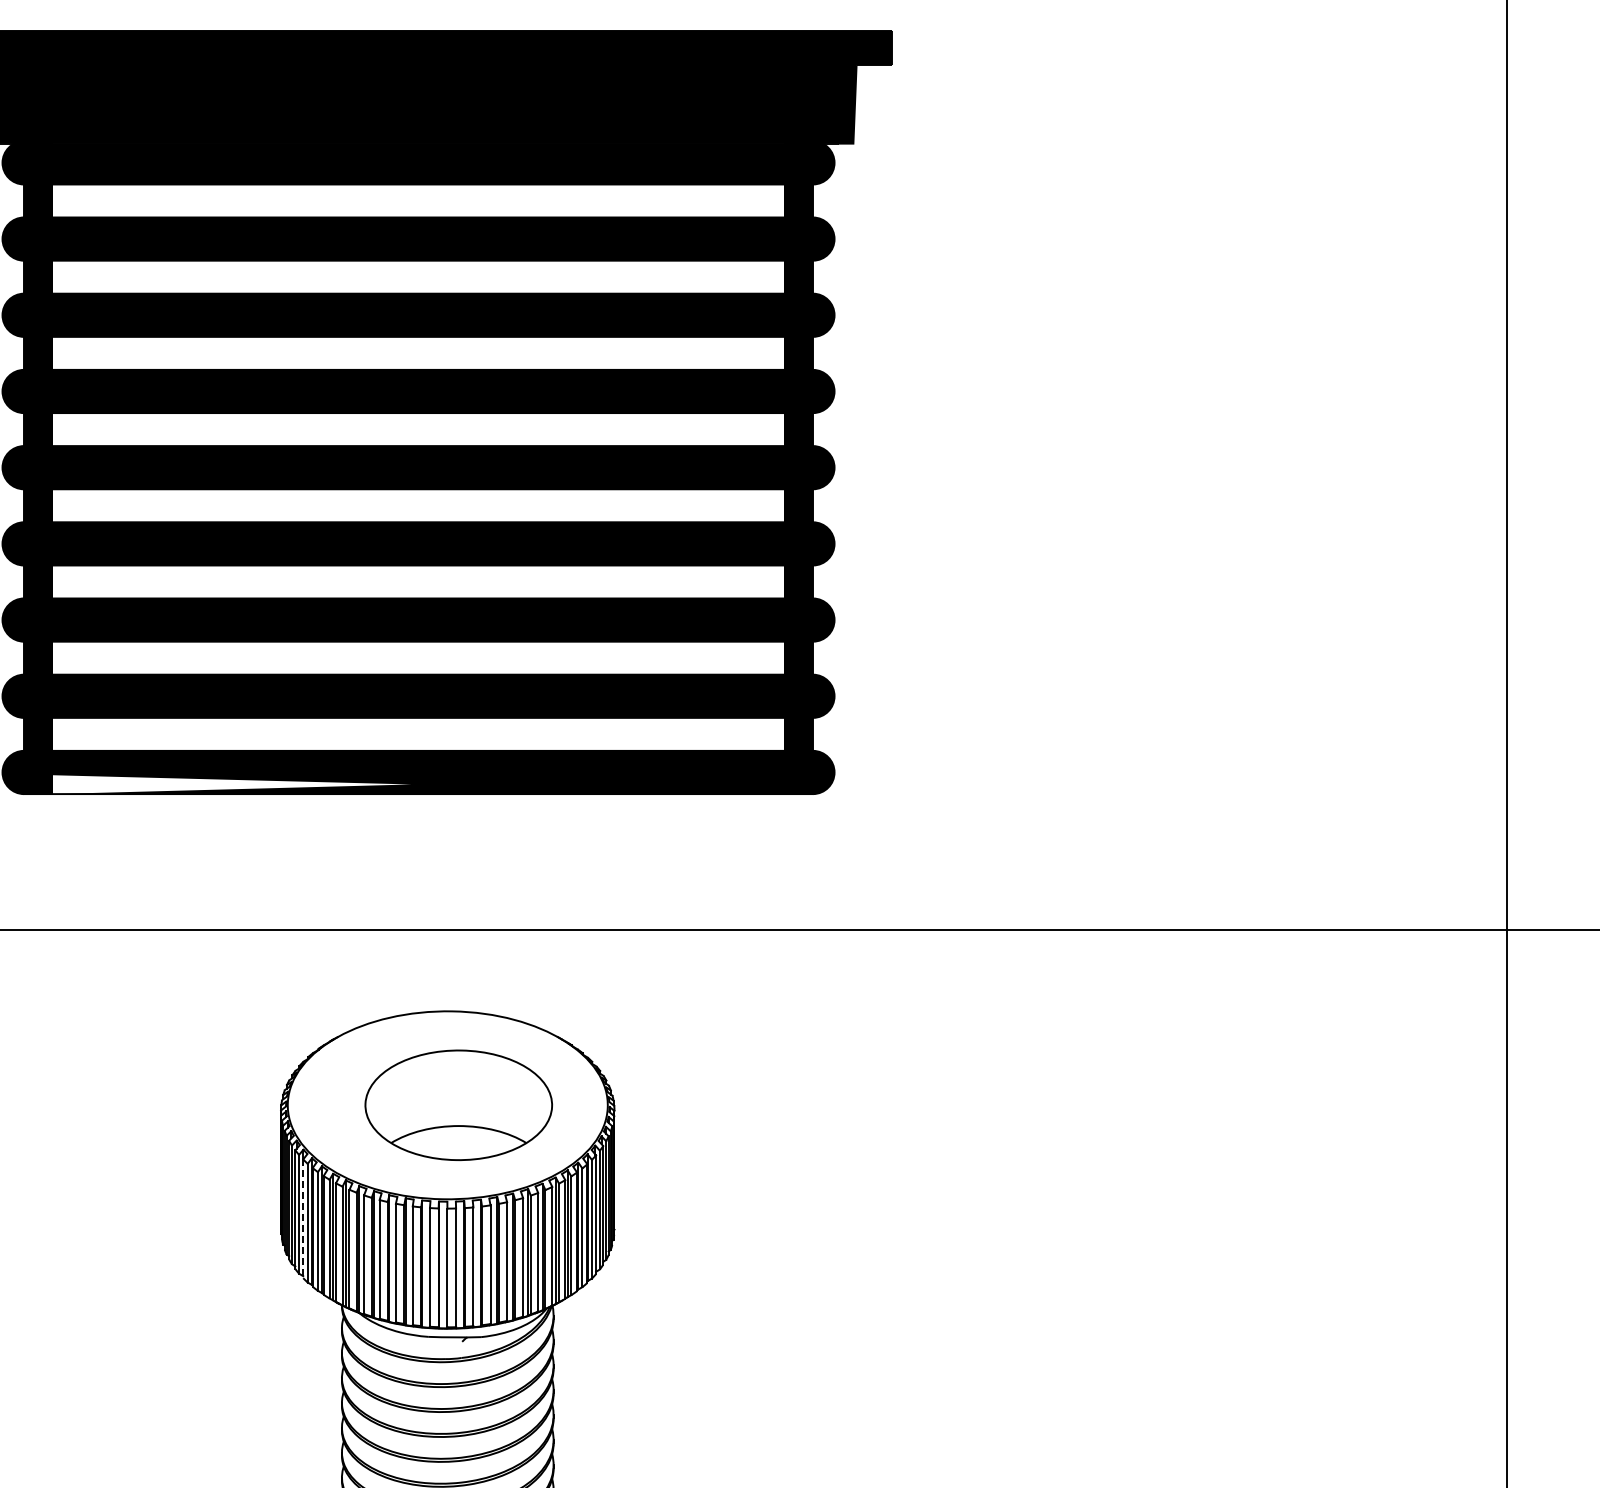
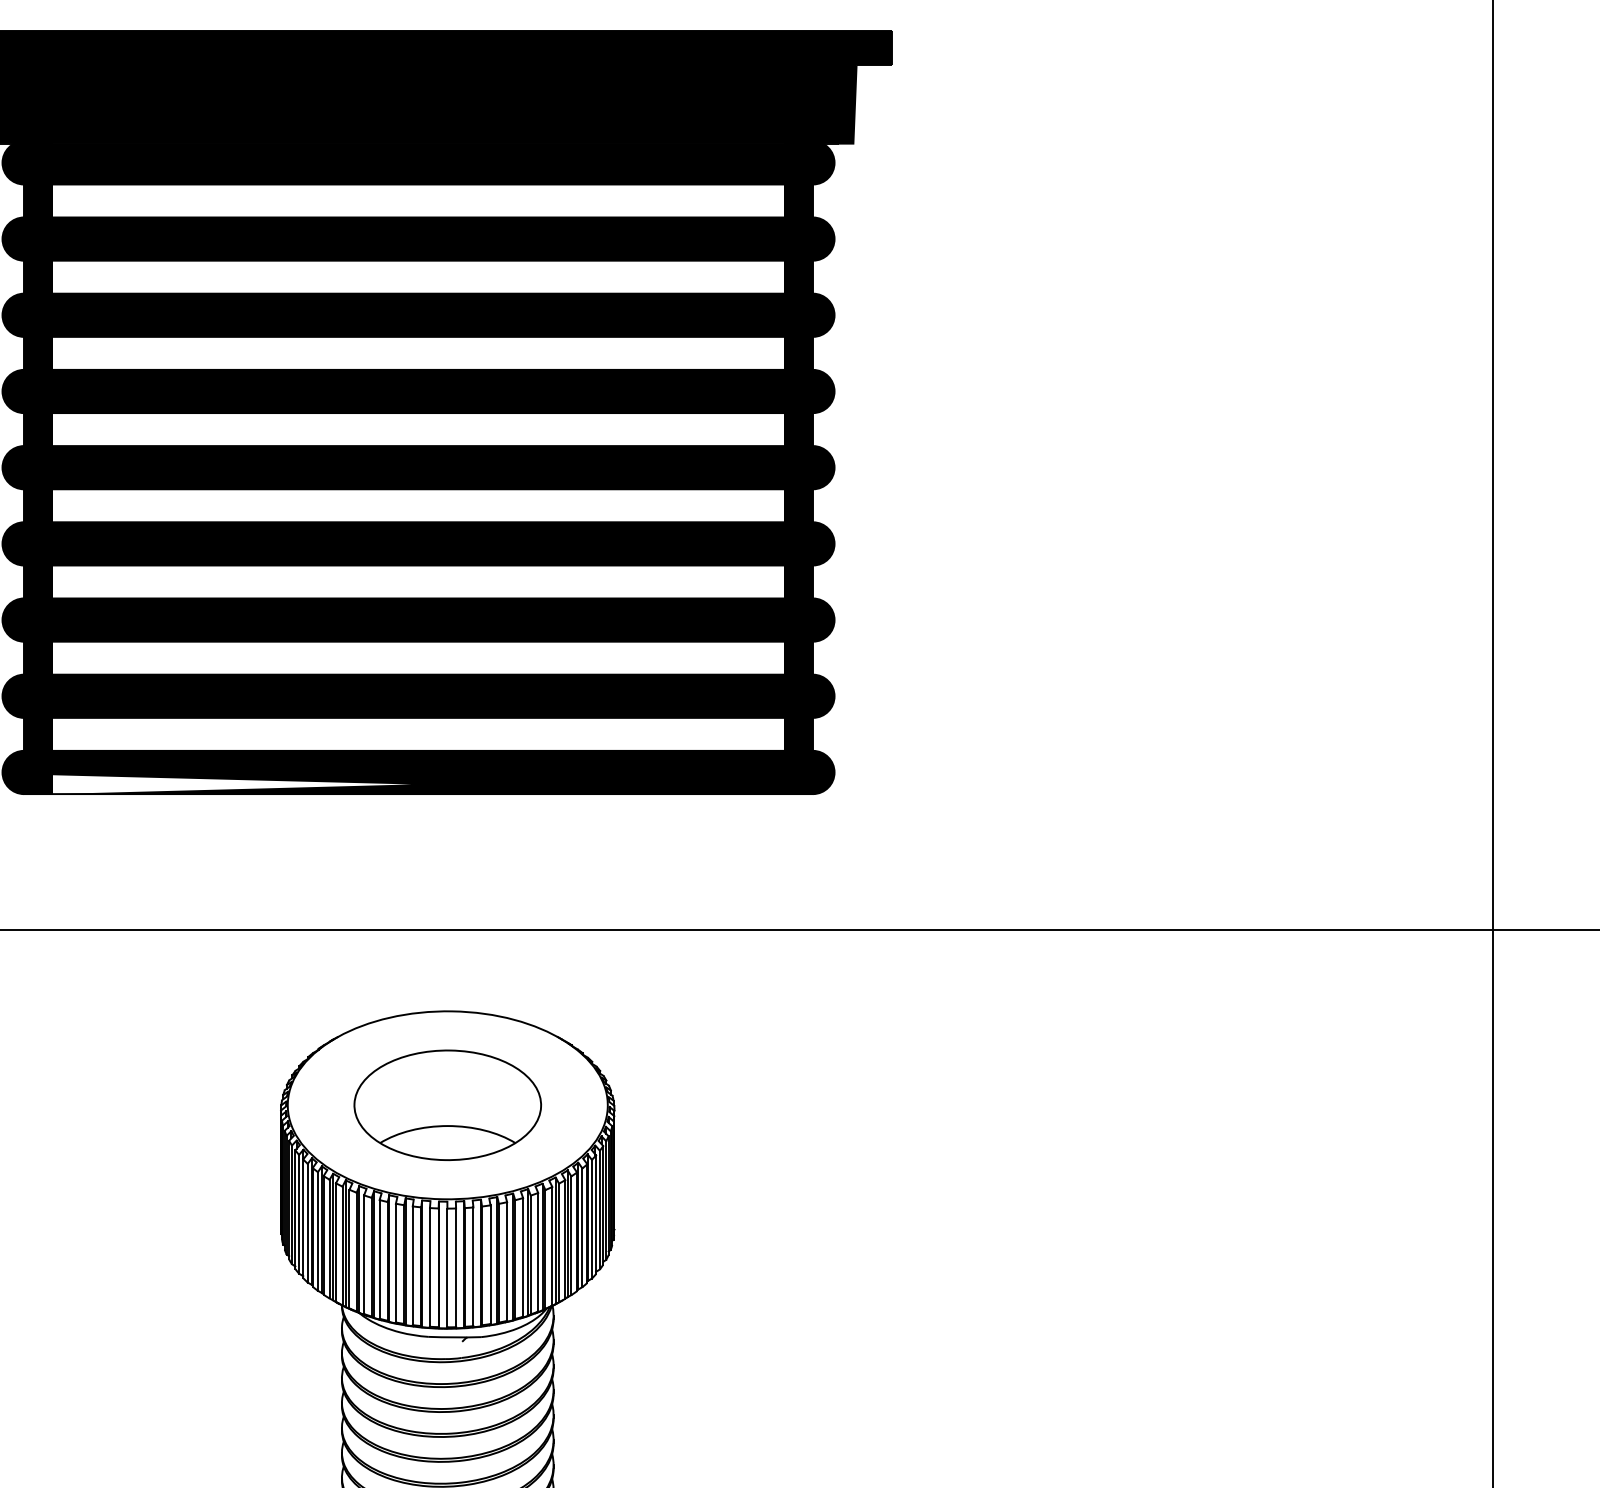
line at (1507, 743) position: (1507, 743) -> (1493, 743)
part at (458, 1104) position: (458, 1104) -> (447, 1104)
line at (303, 1219): dashed -> solid
